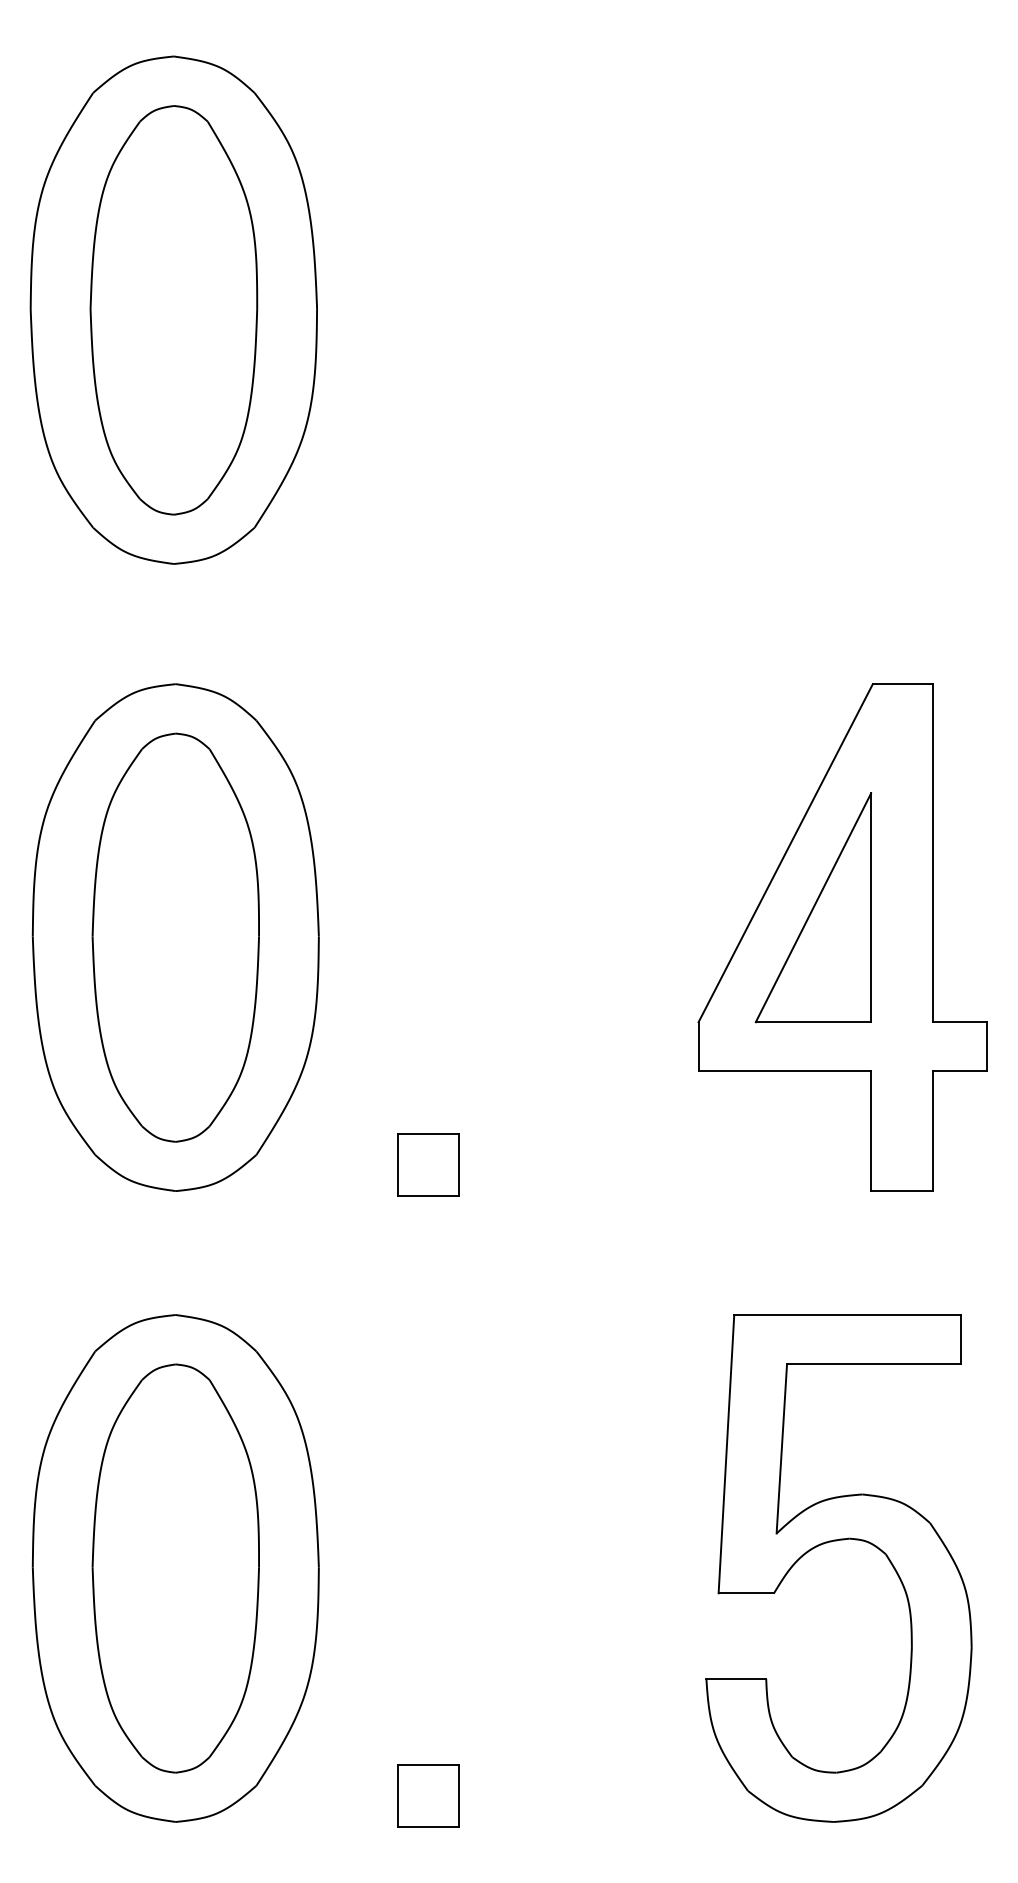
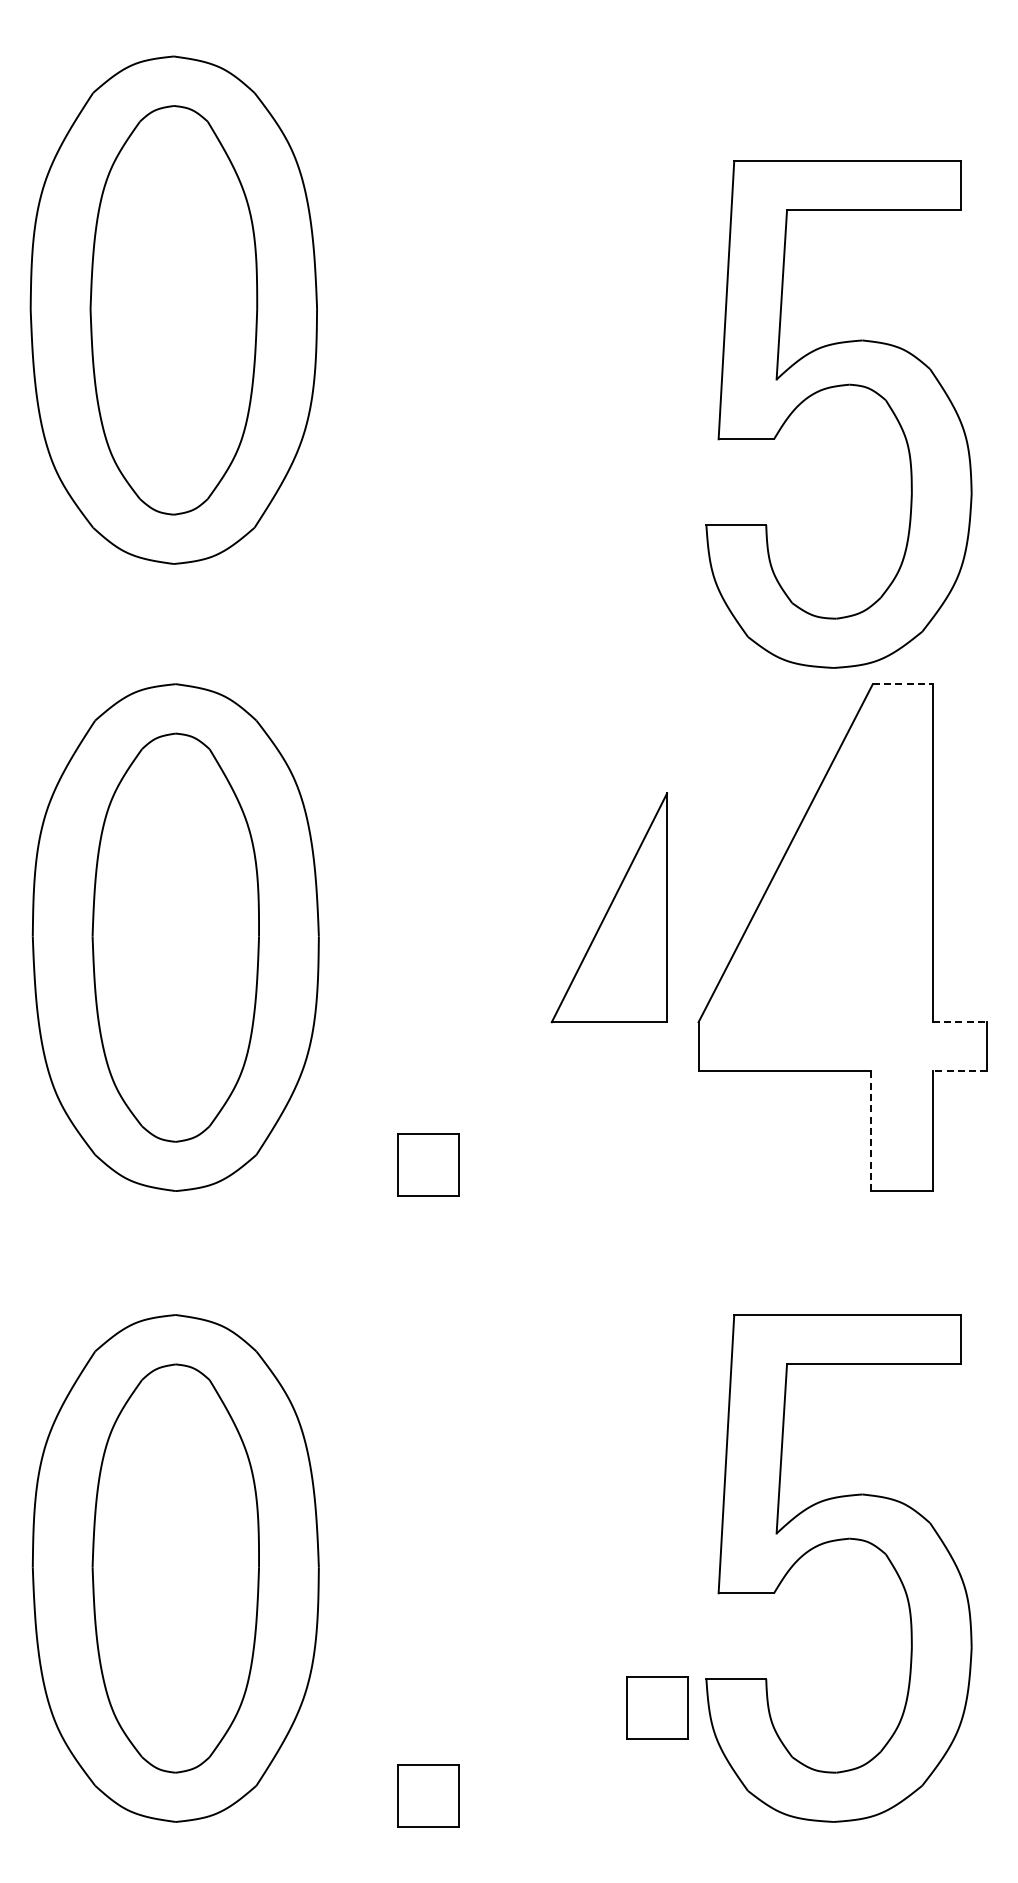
part at (831, 388): none -> present
line at (902, 684): solid -> dashed
part at (813, 907) position: (813, 907) -> (609, 907)
line at (960, 1022): solid -> dashed
line at (959, 1071): solid -> dashed
line at (871, 1131): solid -> dashed
part at (657, 1707): none -> present
